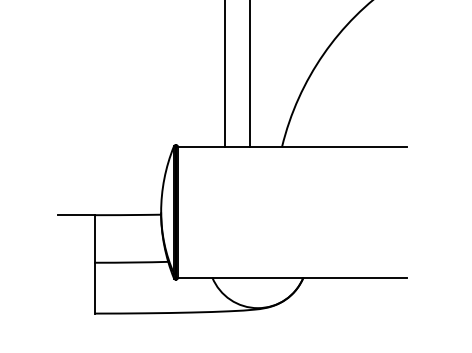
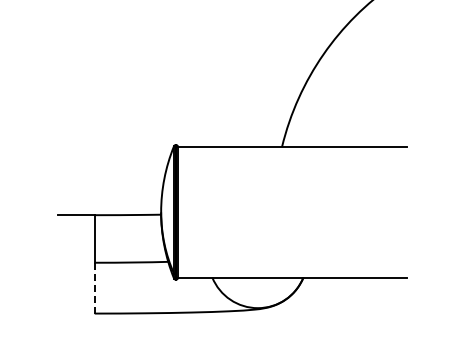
line at (225, 74): present -> none
line at (249, 74): present -> none
line at (94, 287): solid -> dashed
